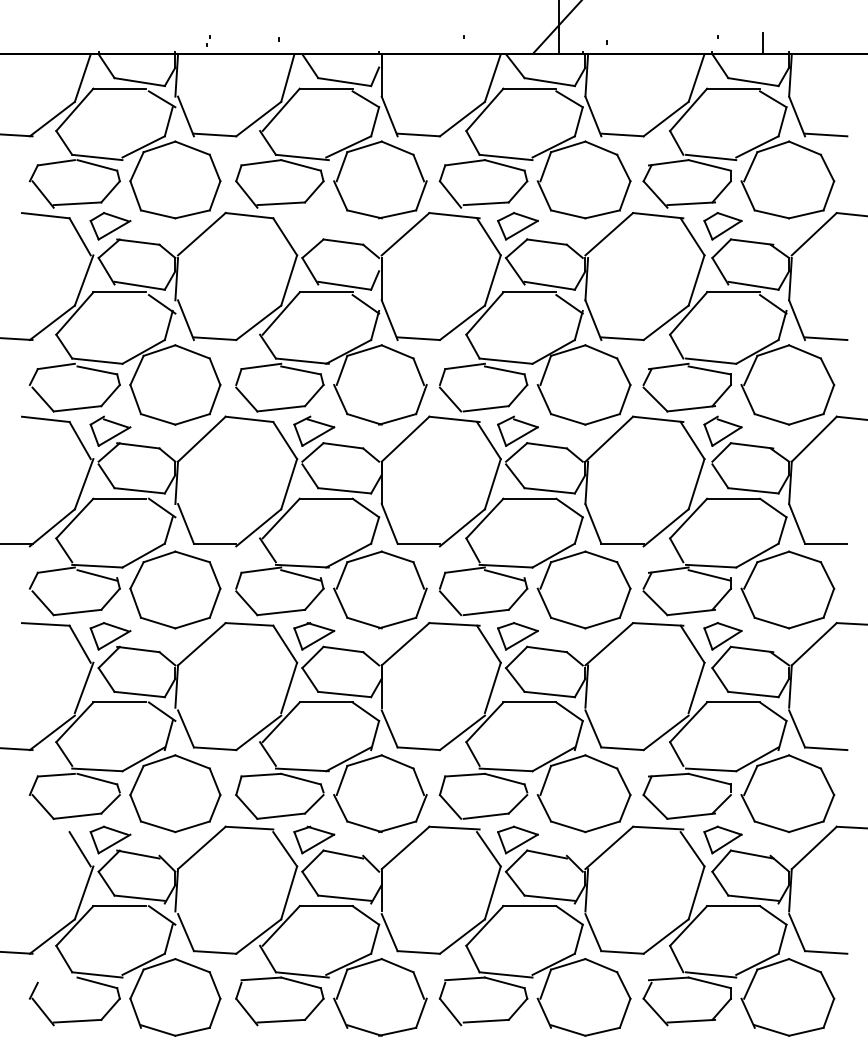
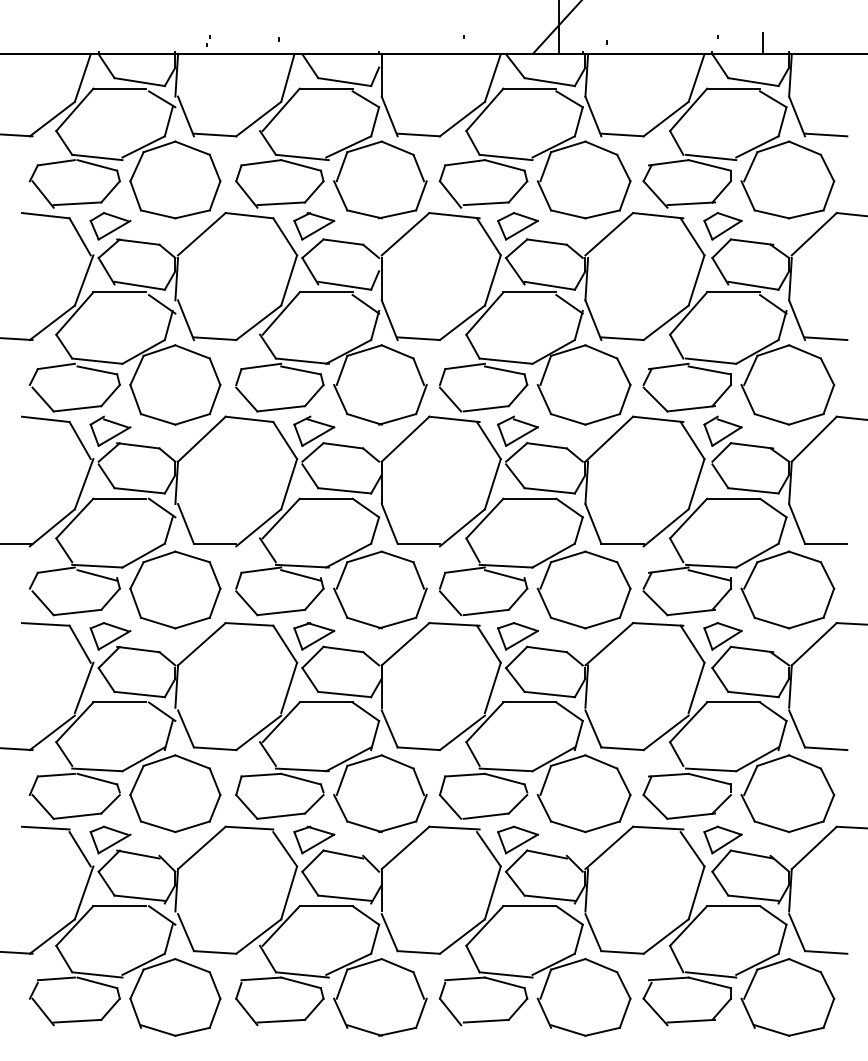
part at (314, 226): none -> present
line at (45, 827): none -> present
line at (55, 978): none -> present
